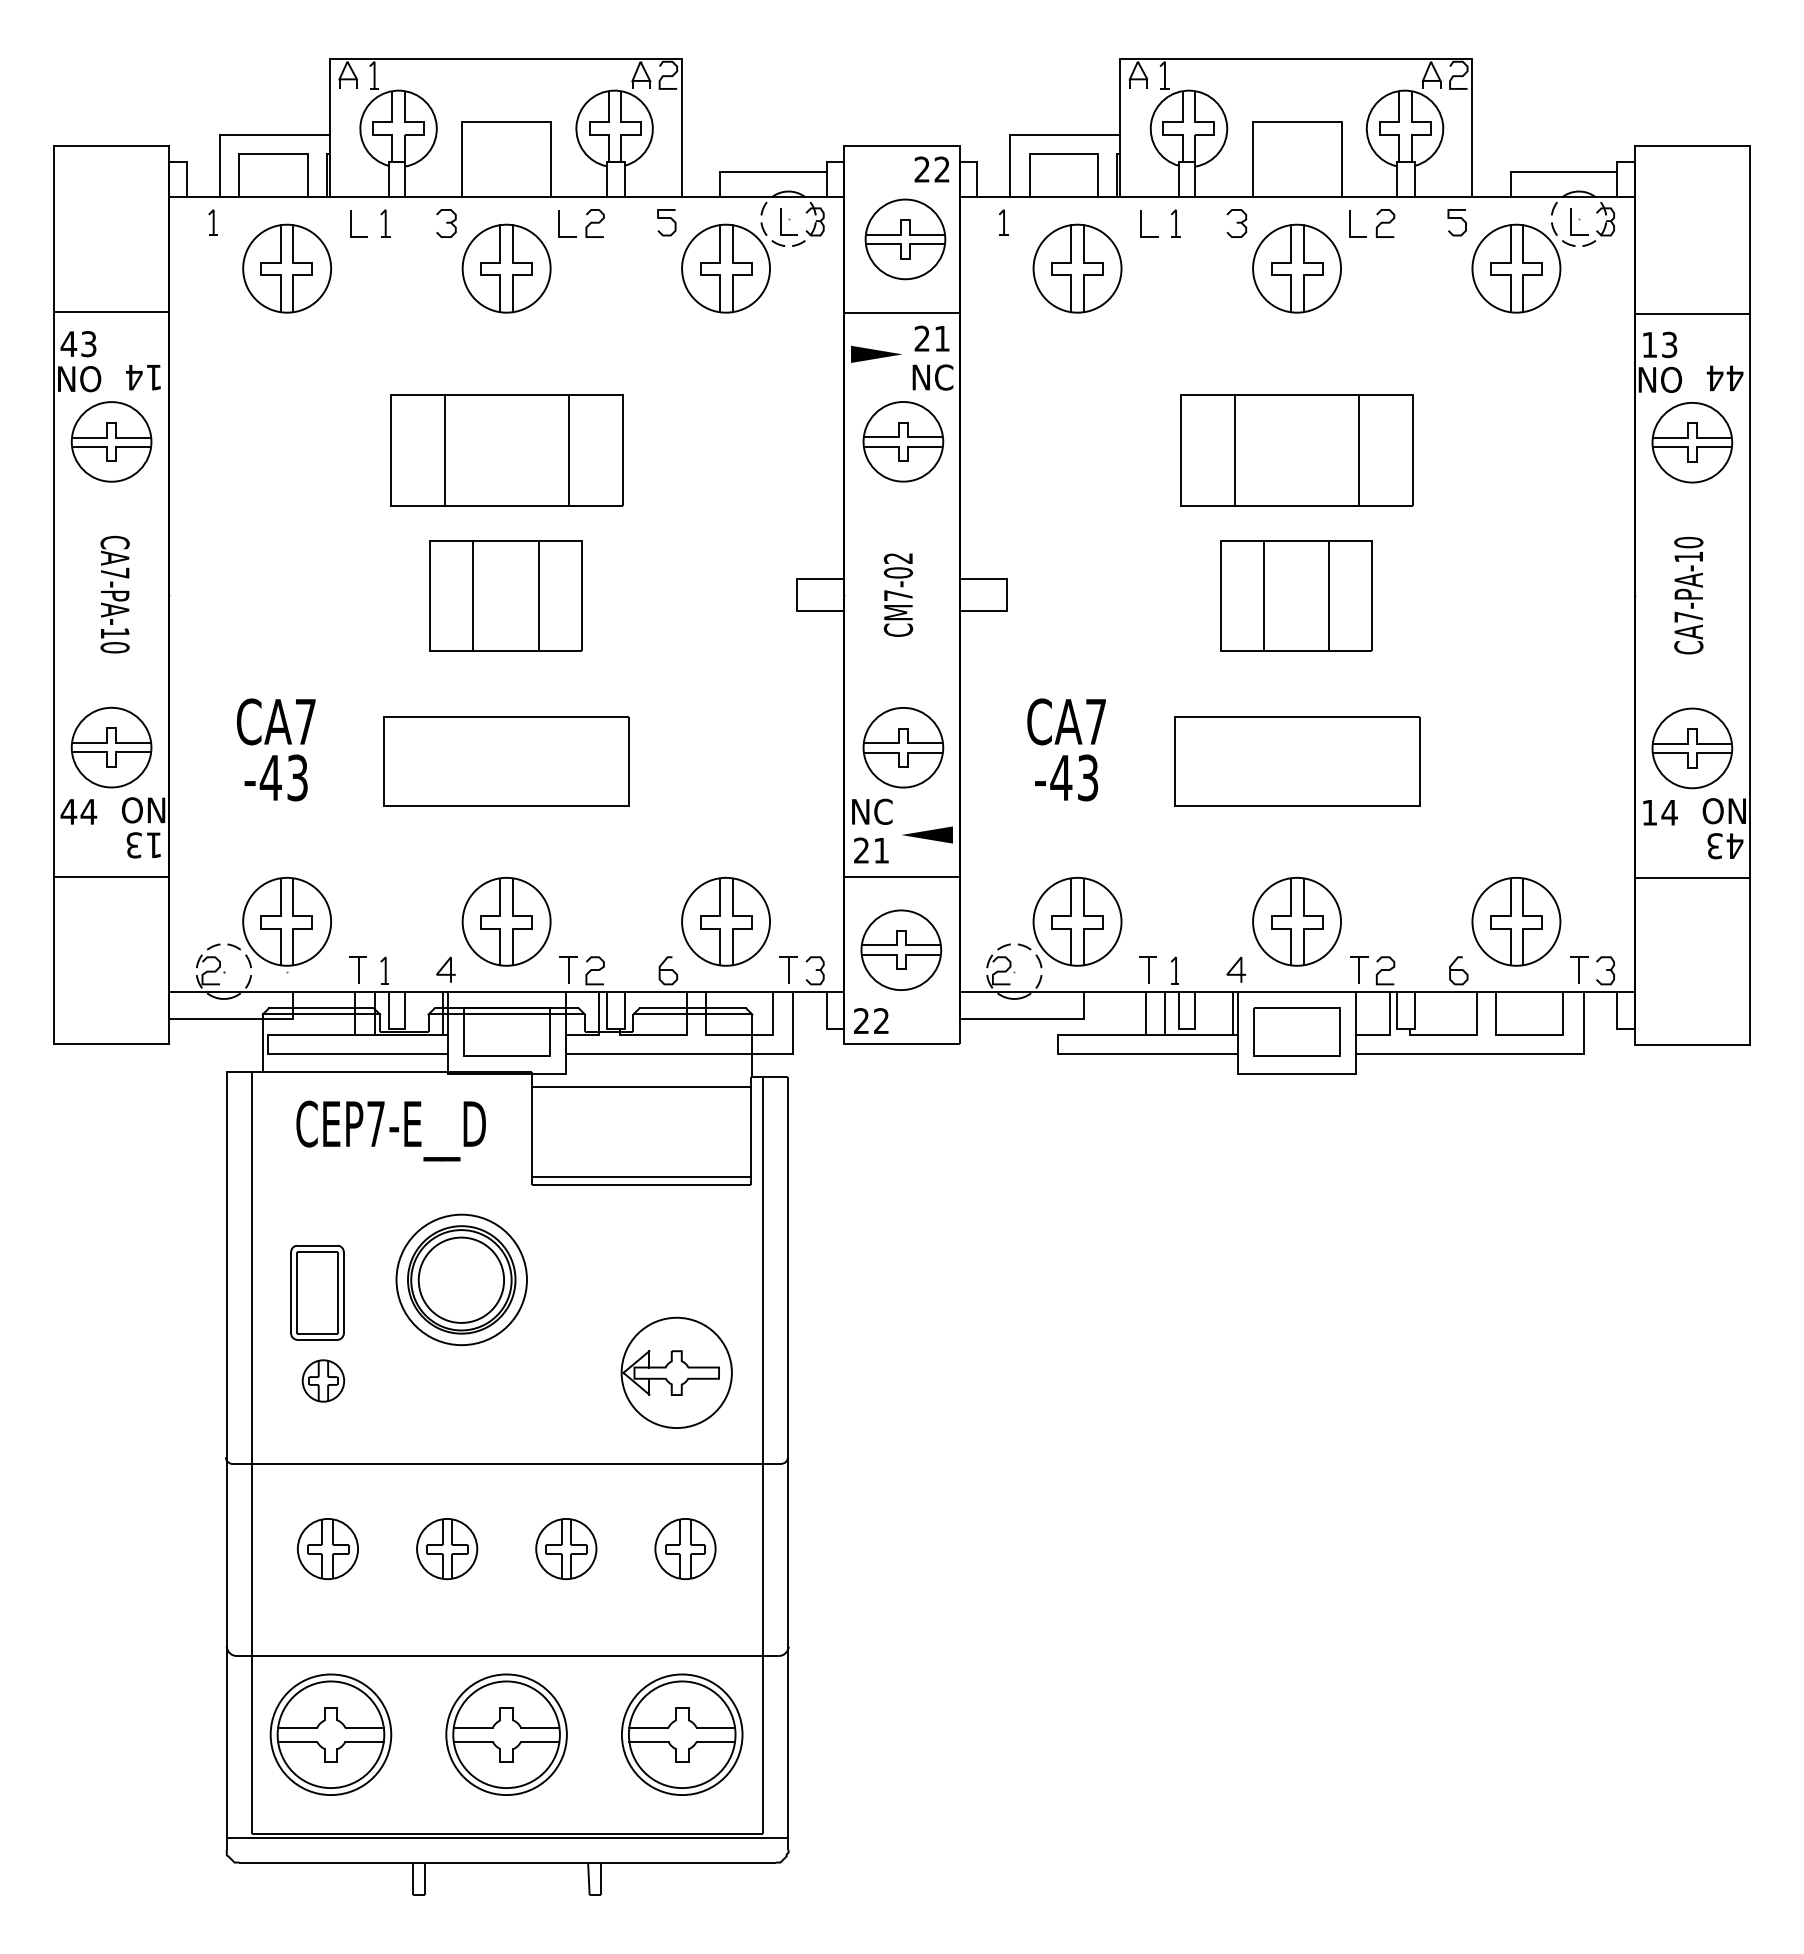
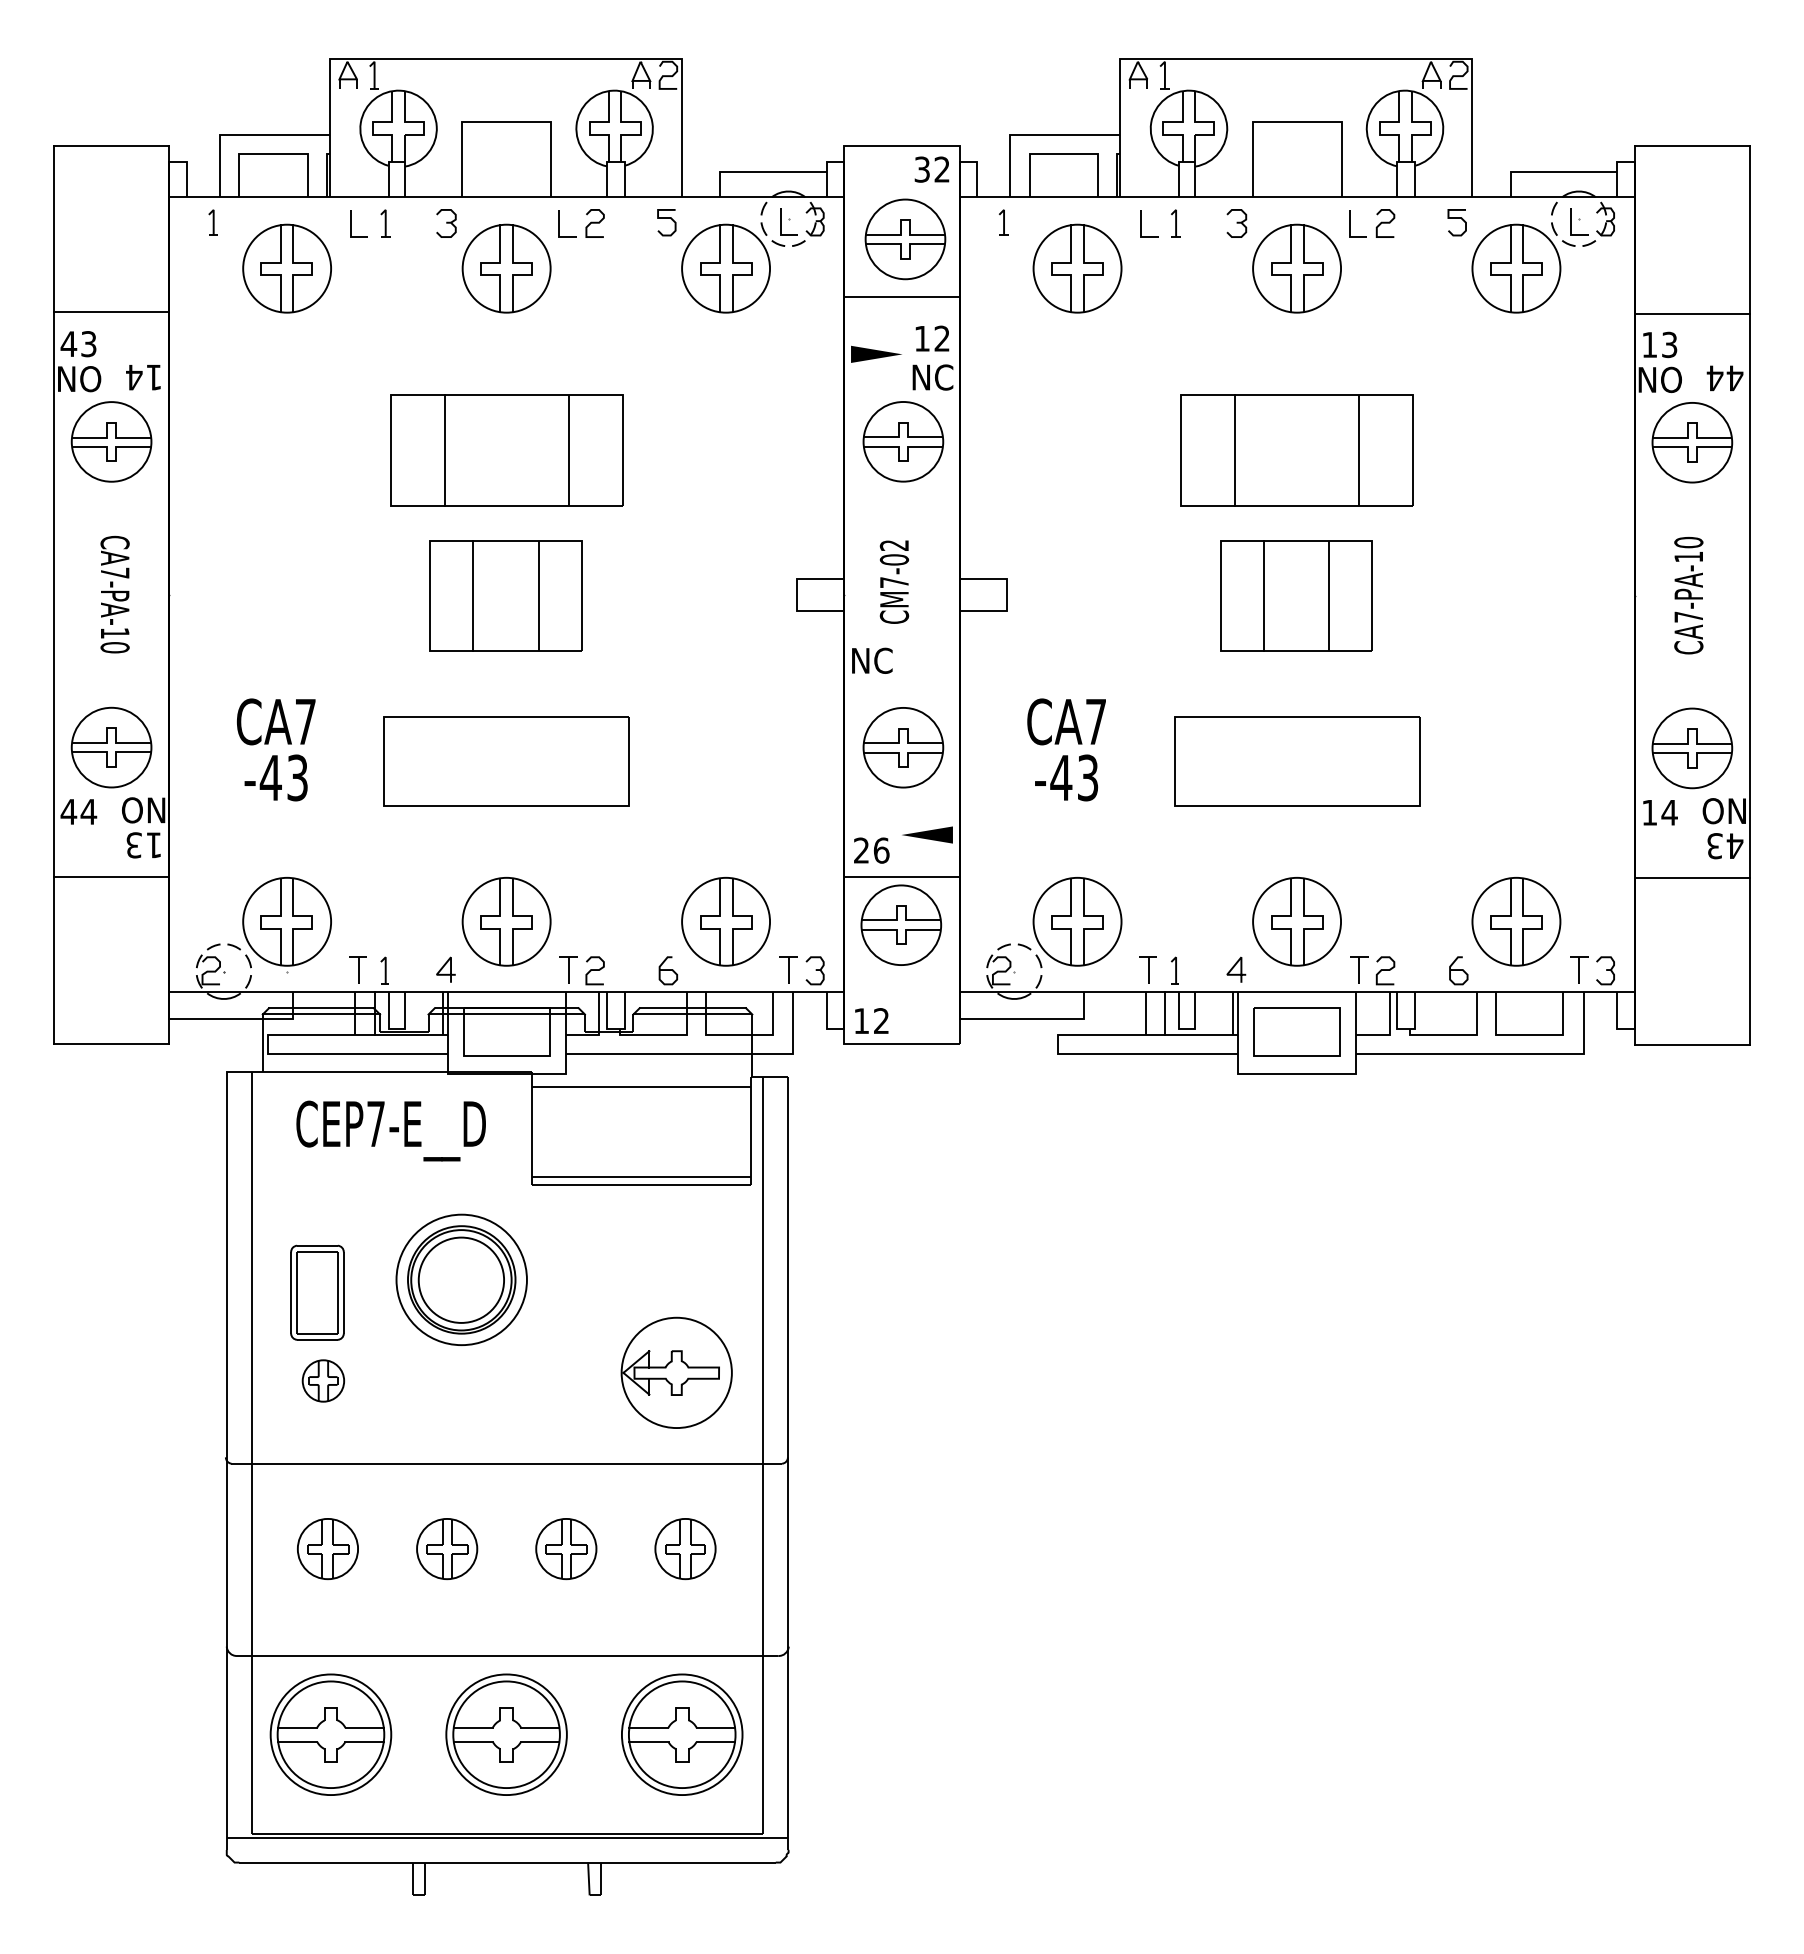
text at (921, 169): 22 -> 32
line at (901, 312) position: (901, 312) -> (901, 296)
text at (931, 338): 21 -> 12
text at (898, 594) position: (898, 594) -> (894, 581)
text at (872, 811) position: (872, 811) -> (872, 660)
text at (881, 850): 21 -> 26
part at (901, 949) position: (901, 949) -> (901, 924)
text at (861, 1020): 22 -> 12
